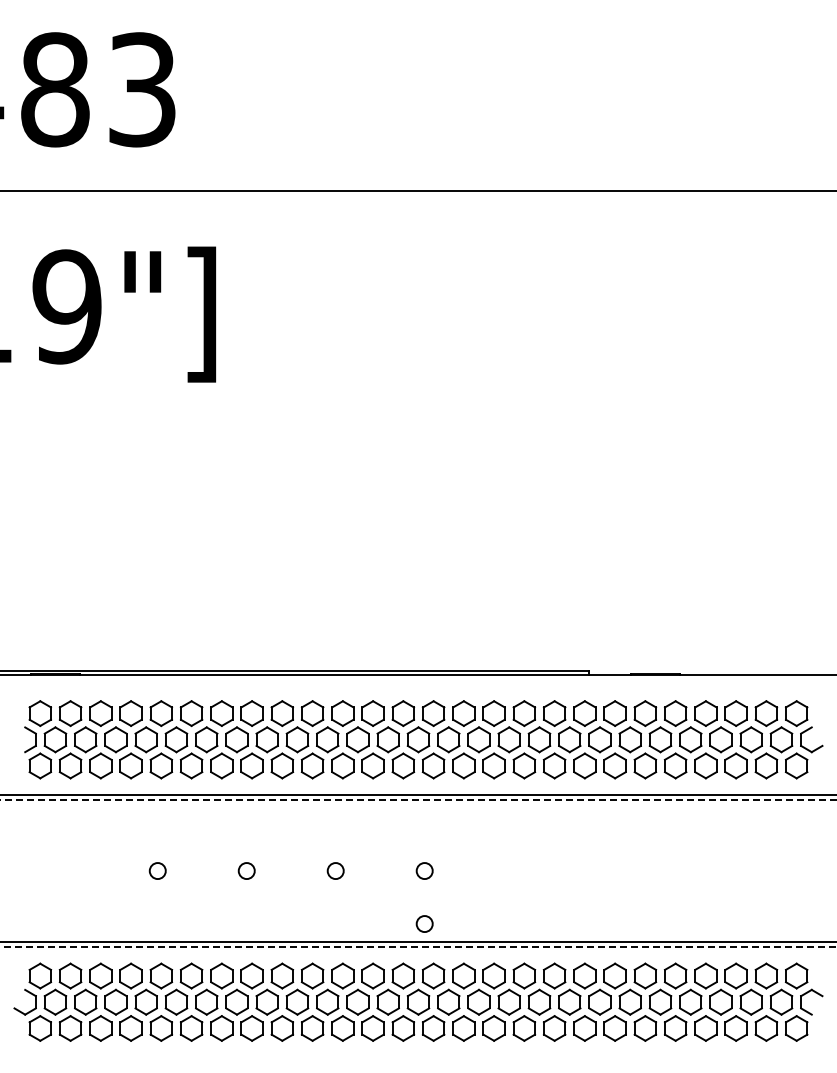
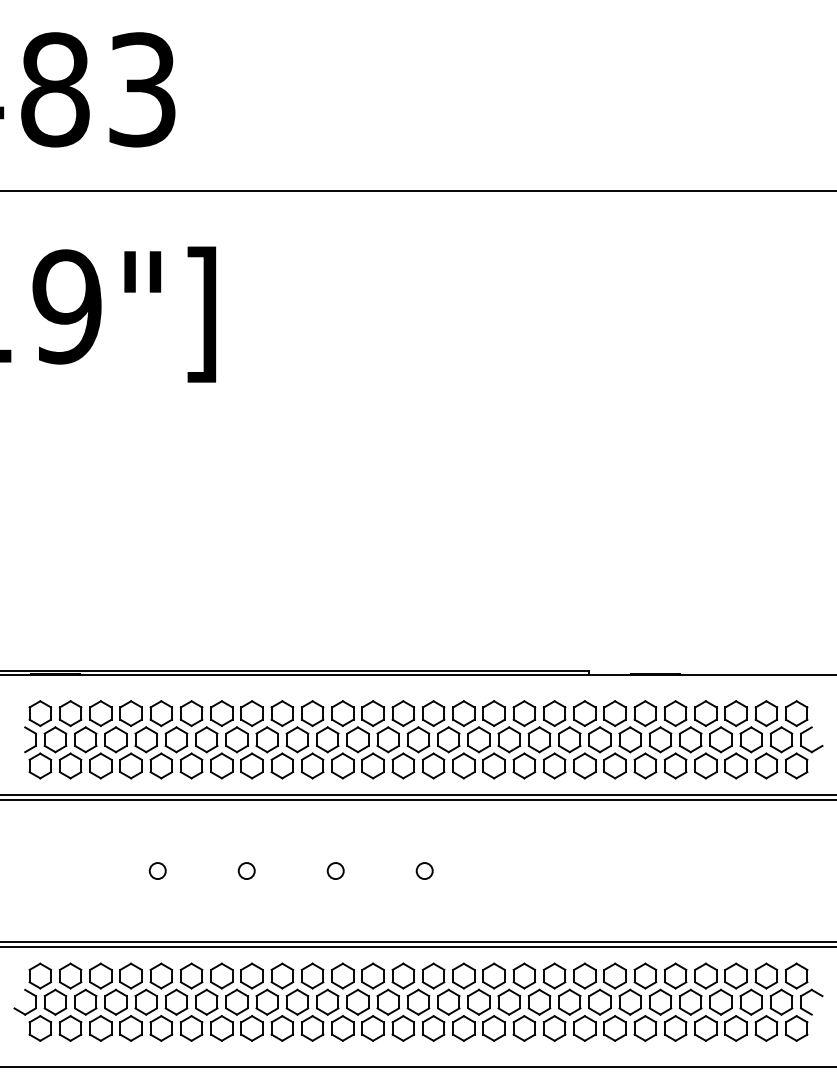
line at (418, 799): dashed -> solid
circle at (424, 923): present -> none
line at (418, 946): dashed -> solid
line at (417, 1066): none -> present
